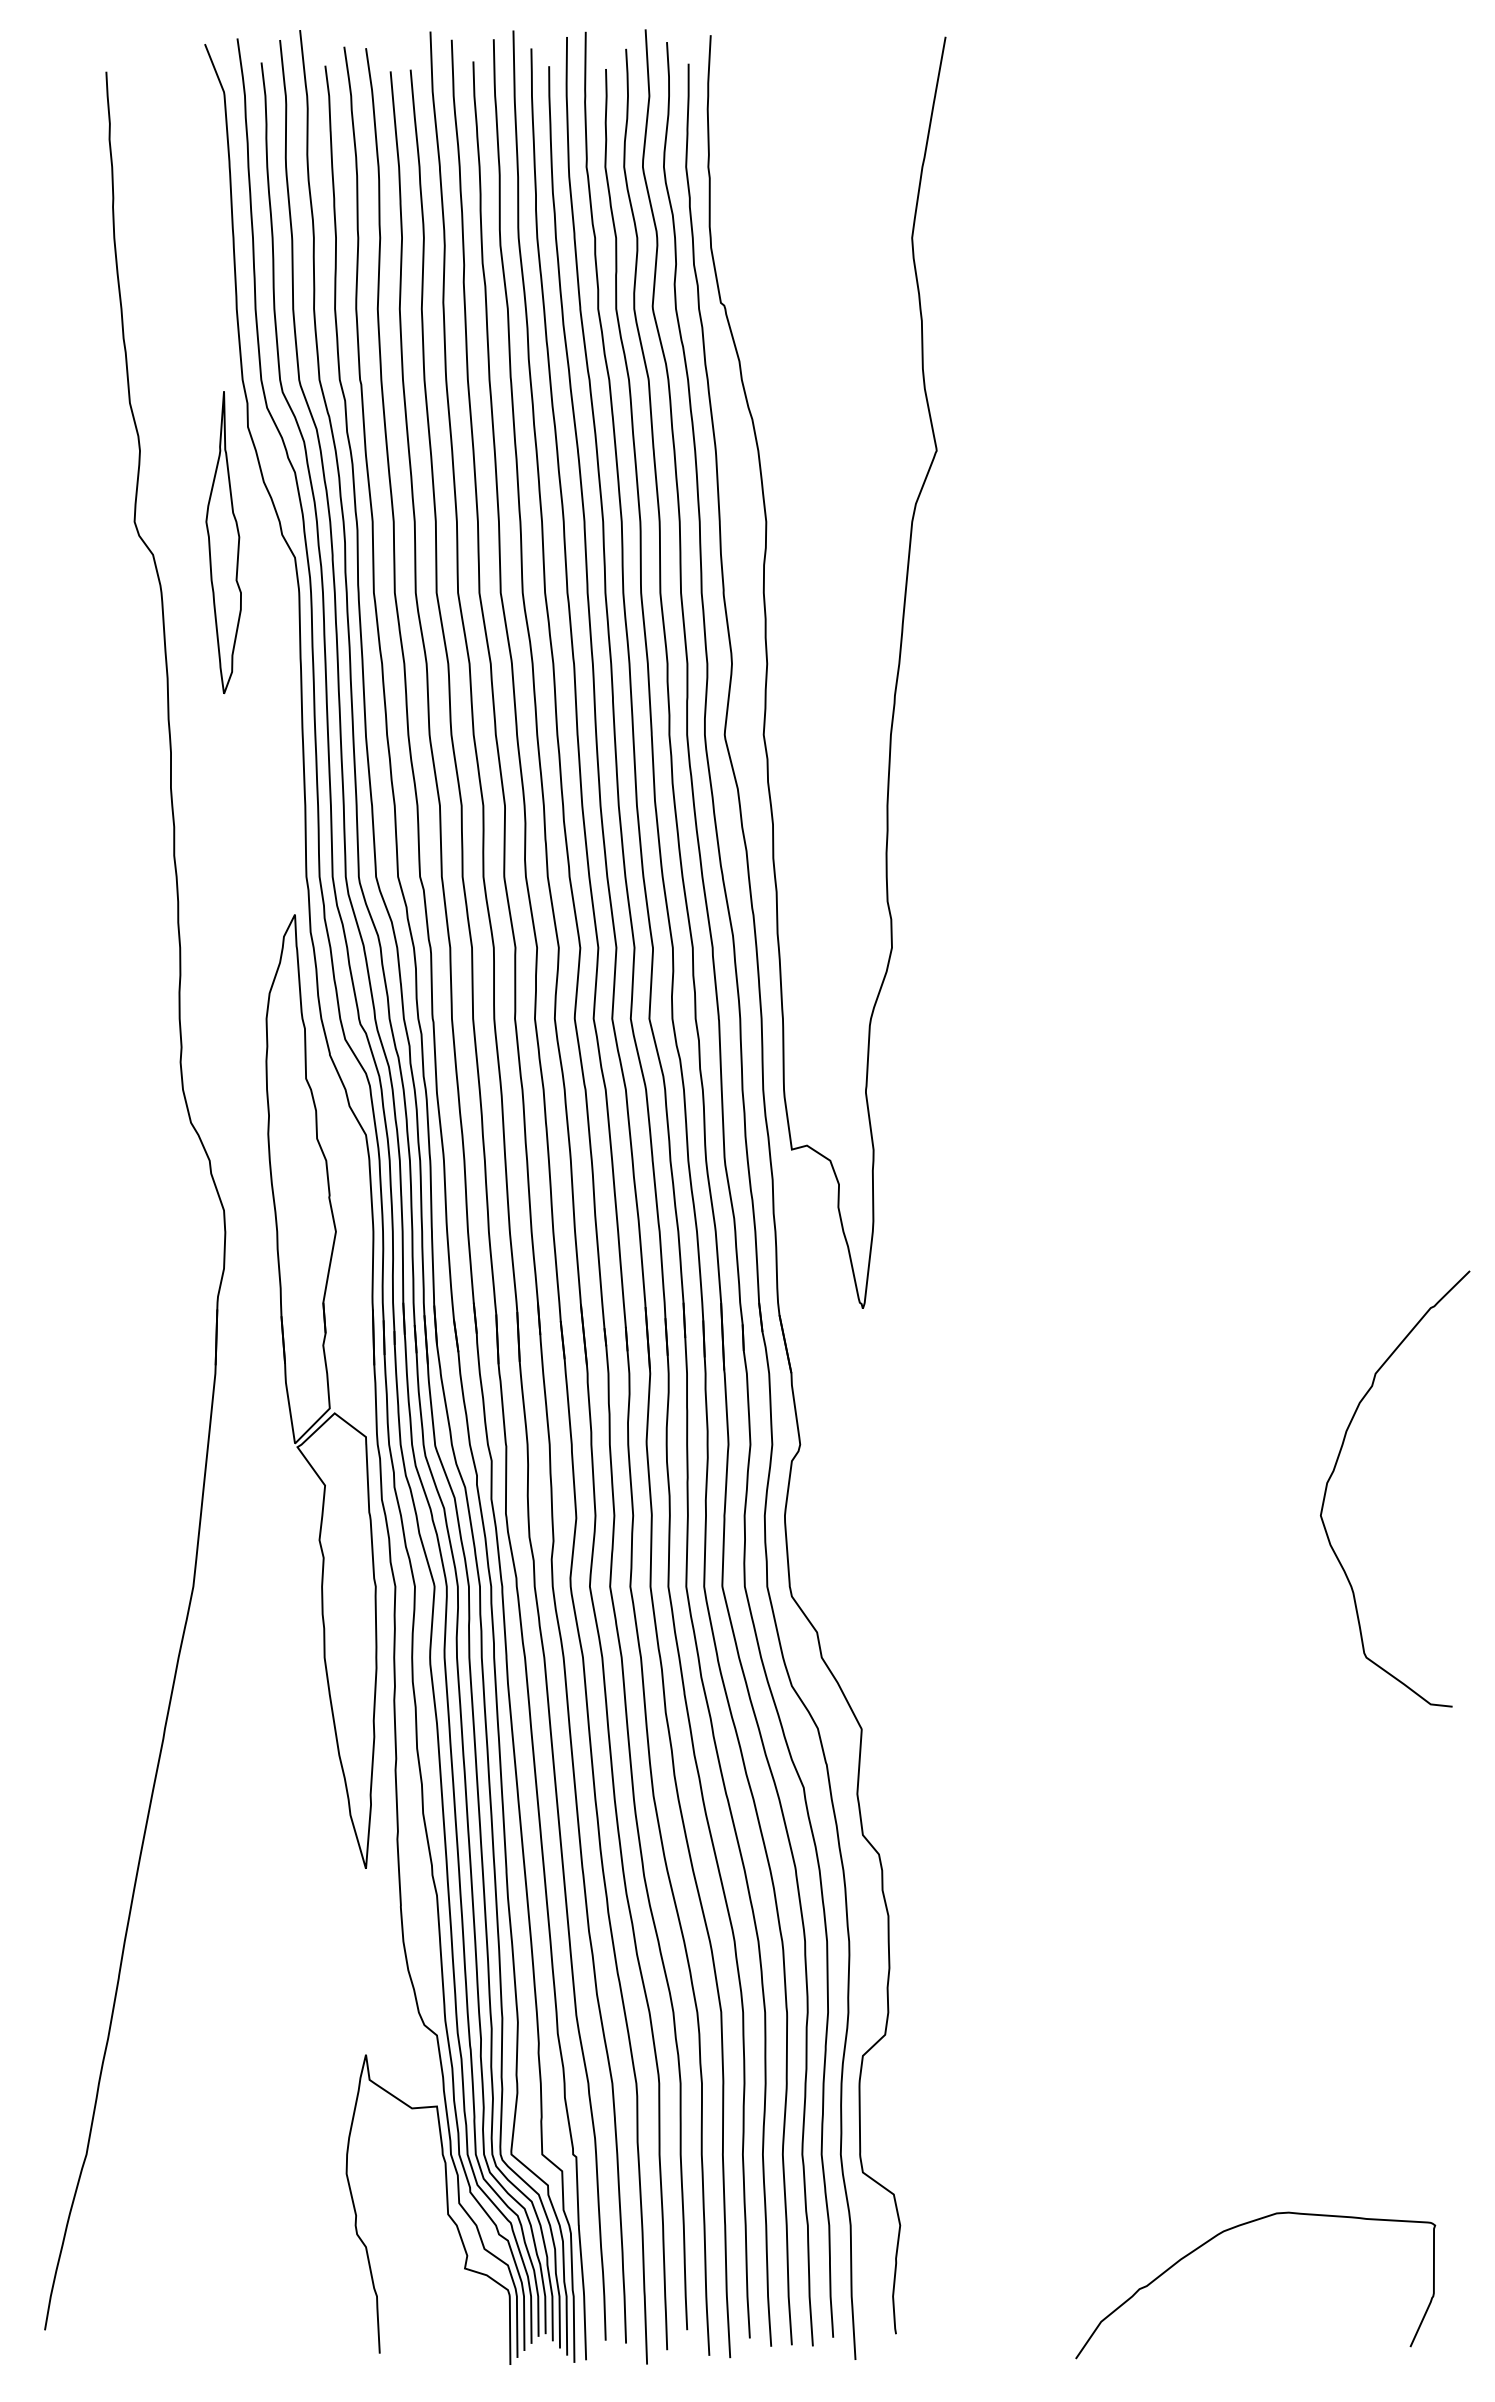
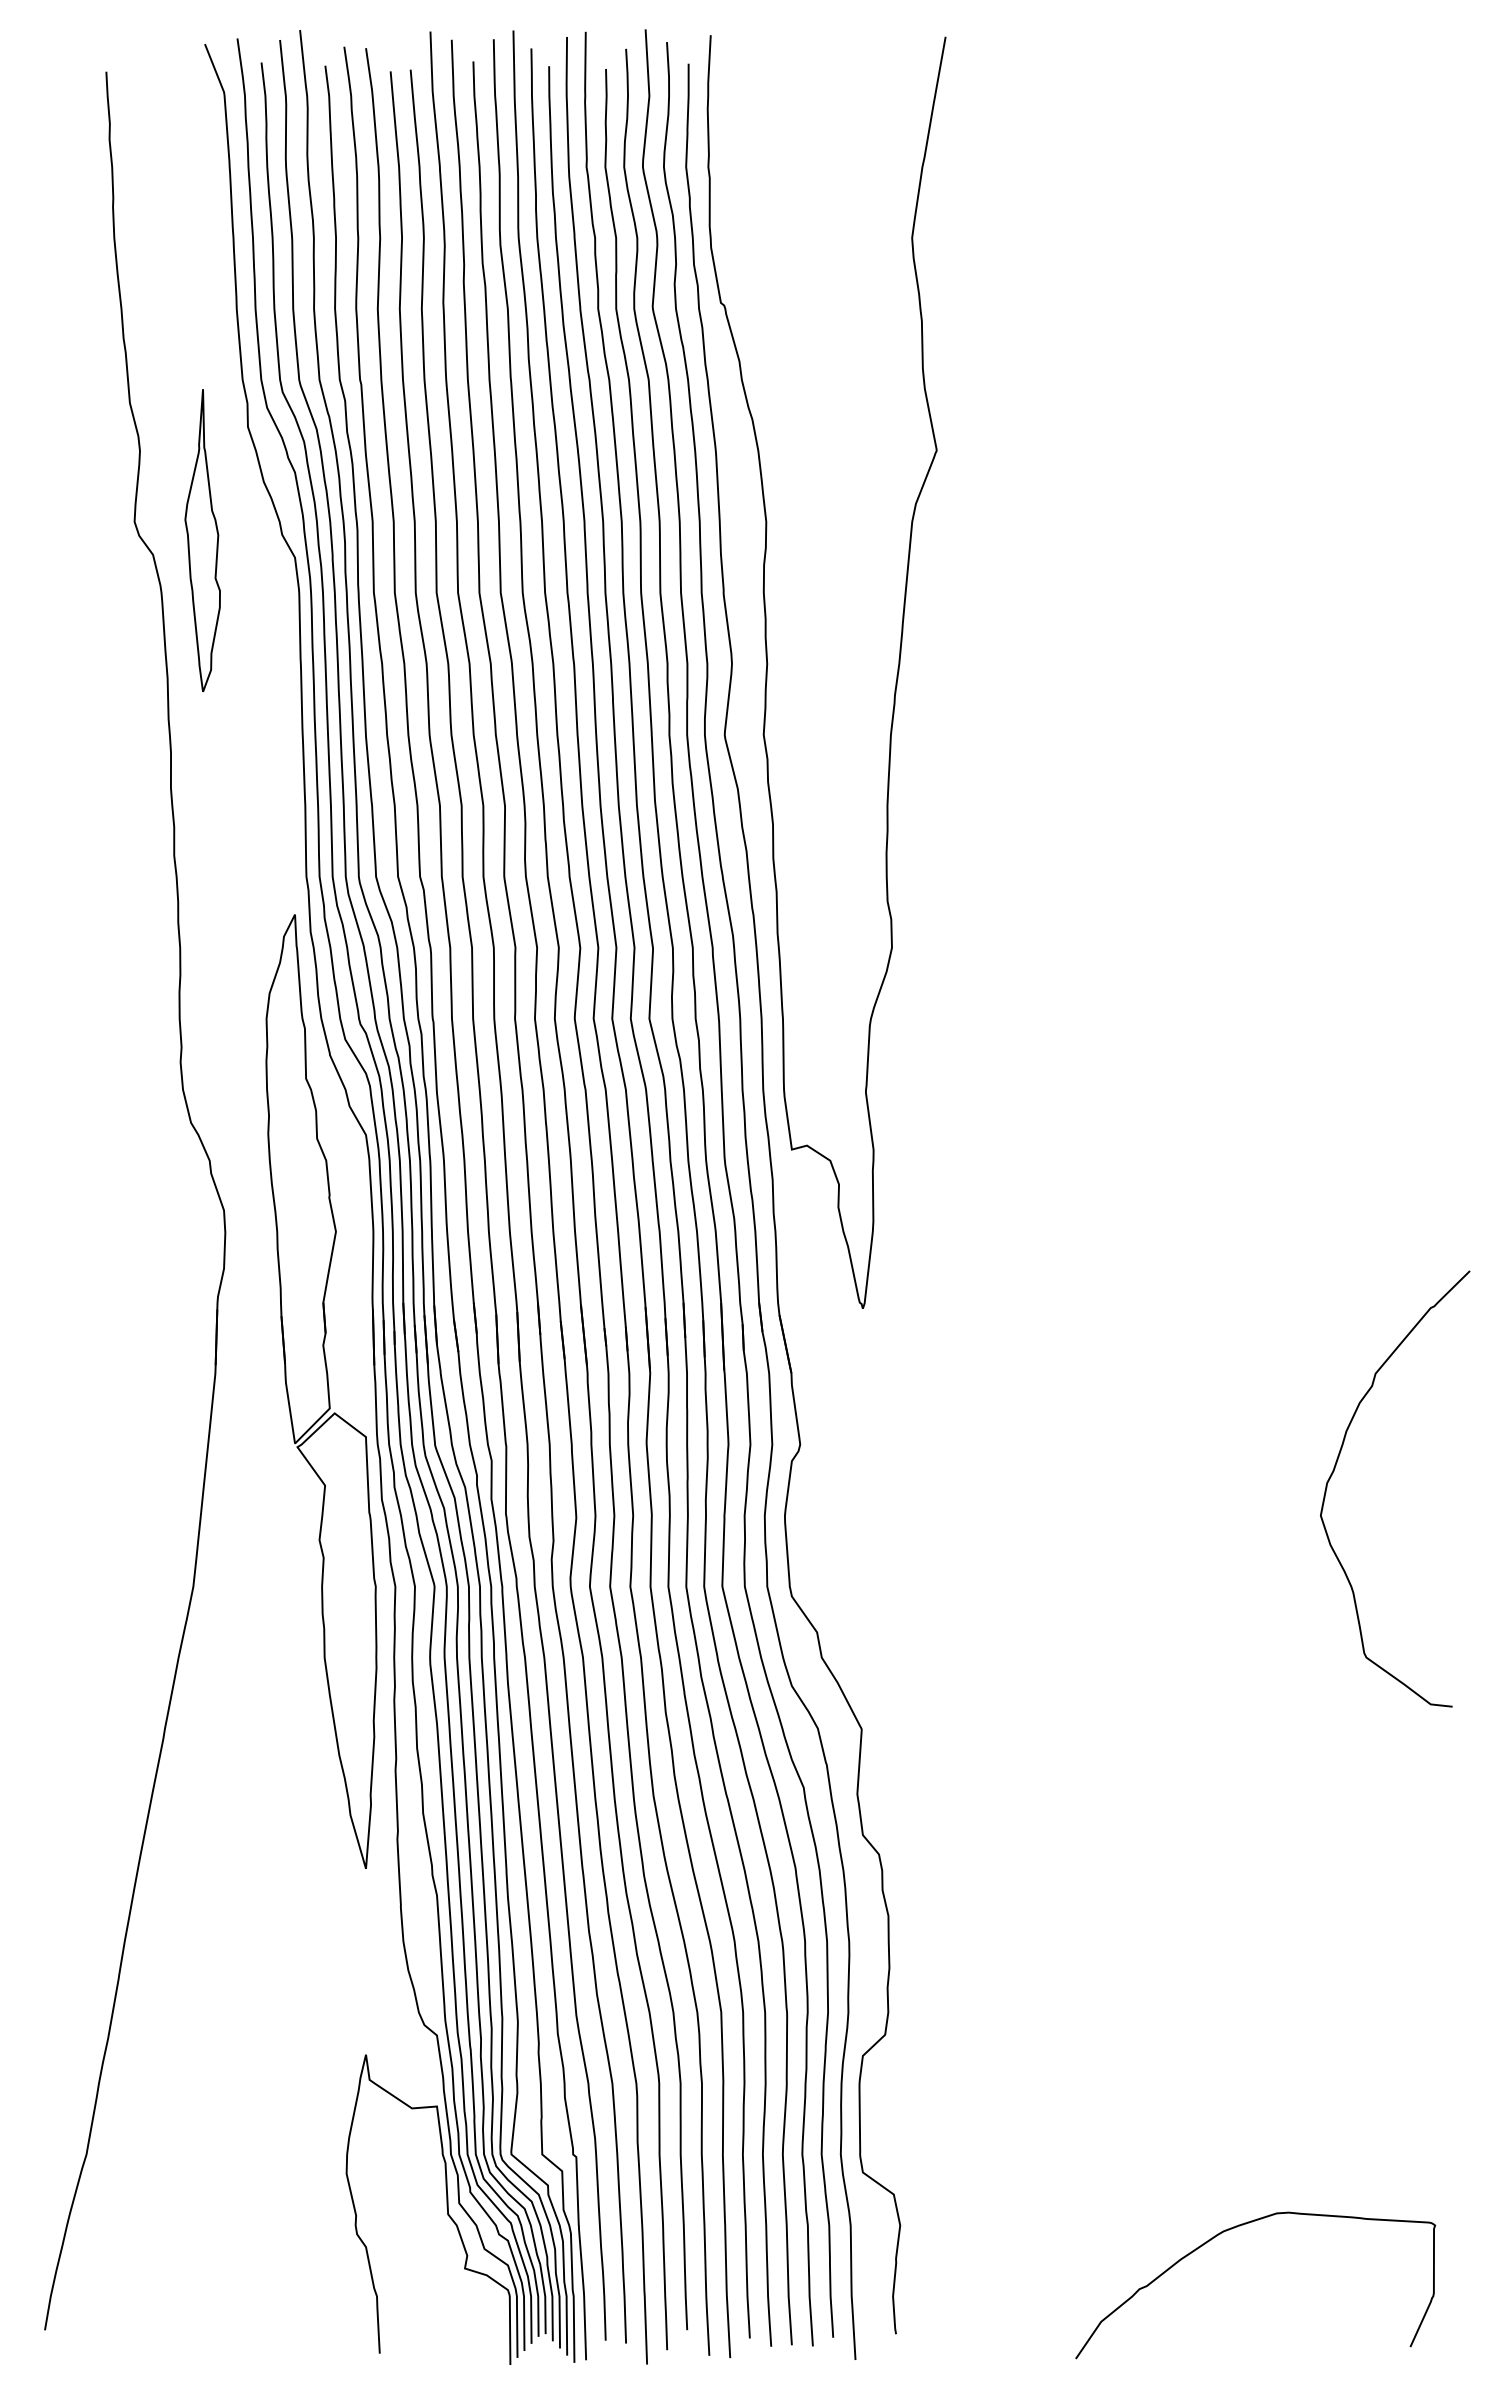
part at (223, 542) position: (223, 542) -> (202, 540)
